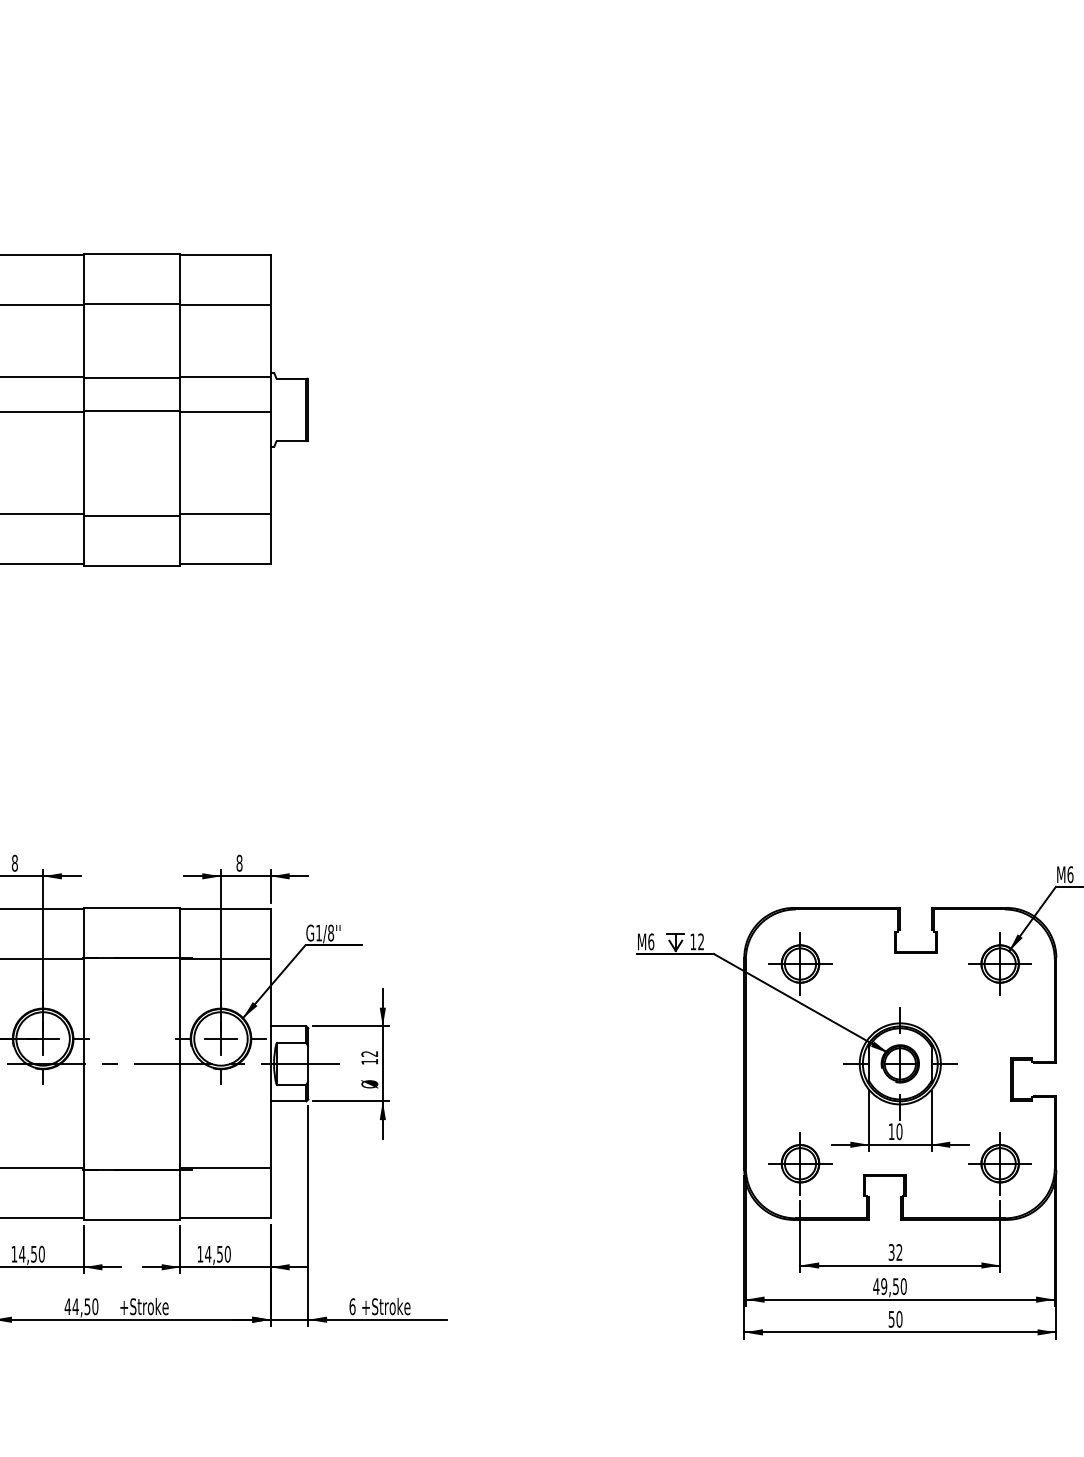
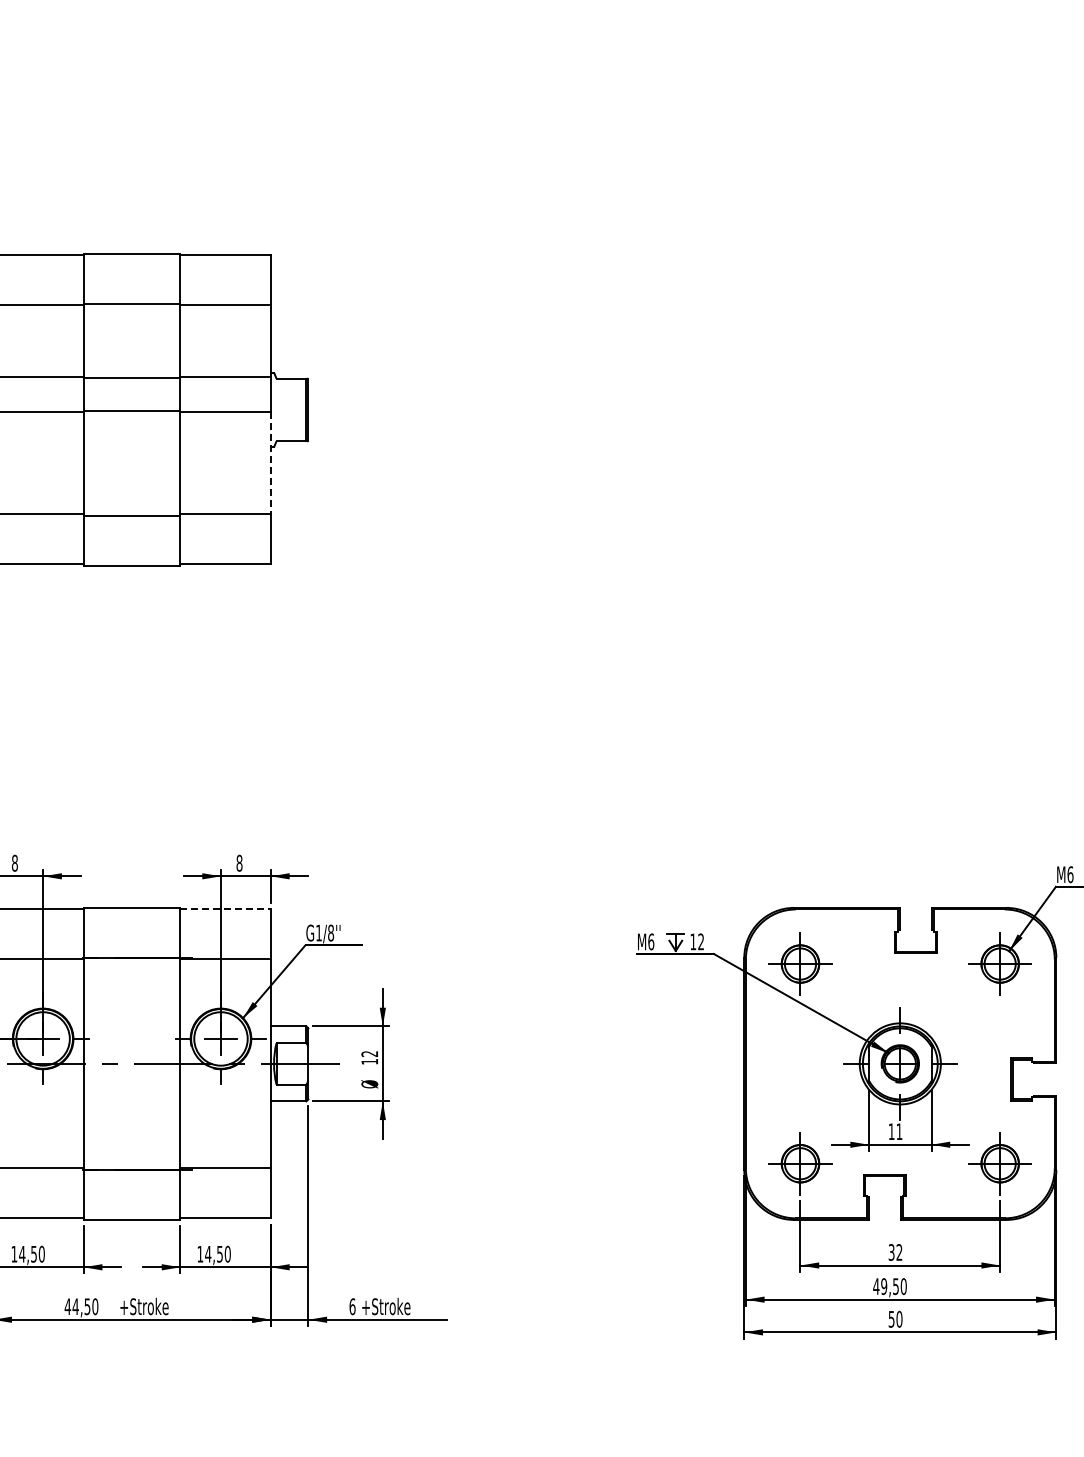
line at (270, 463): solid -> dashed
line at (226, 909): solid -> dashed
text at (899, 1131): 10 -> 11
